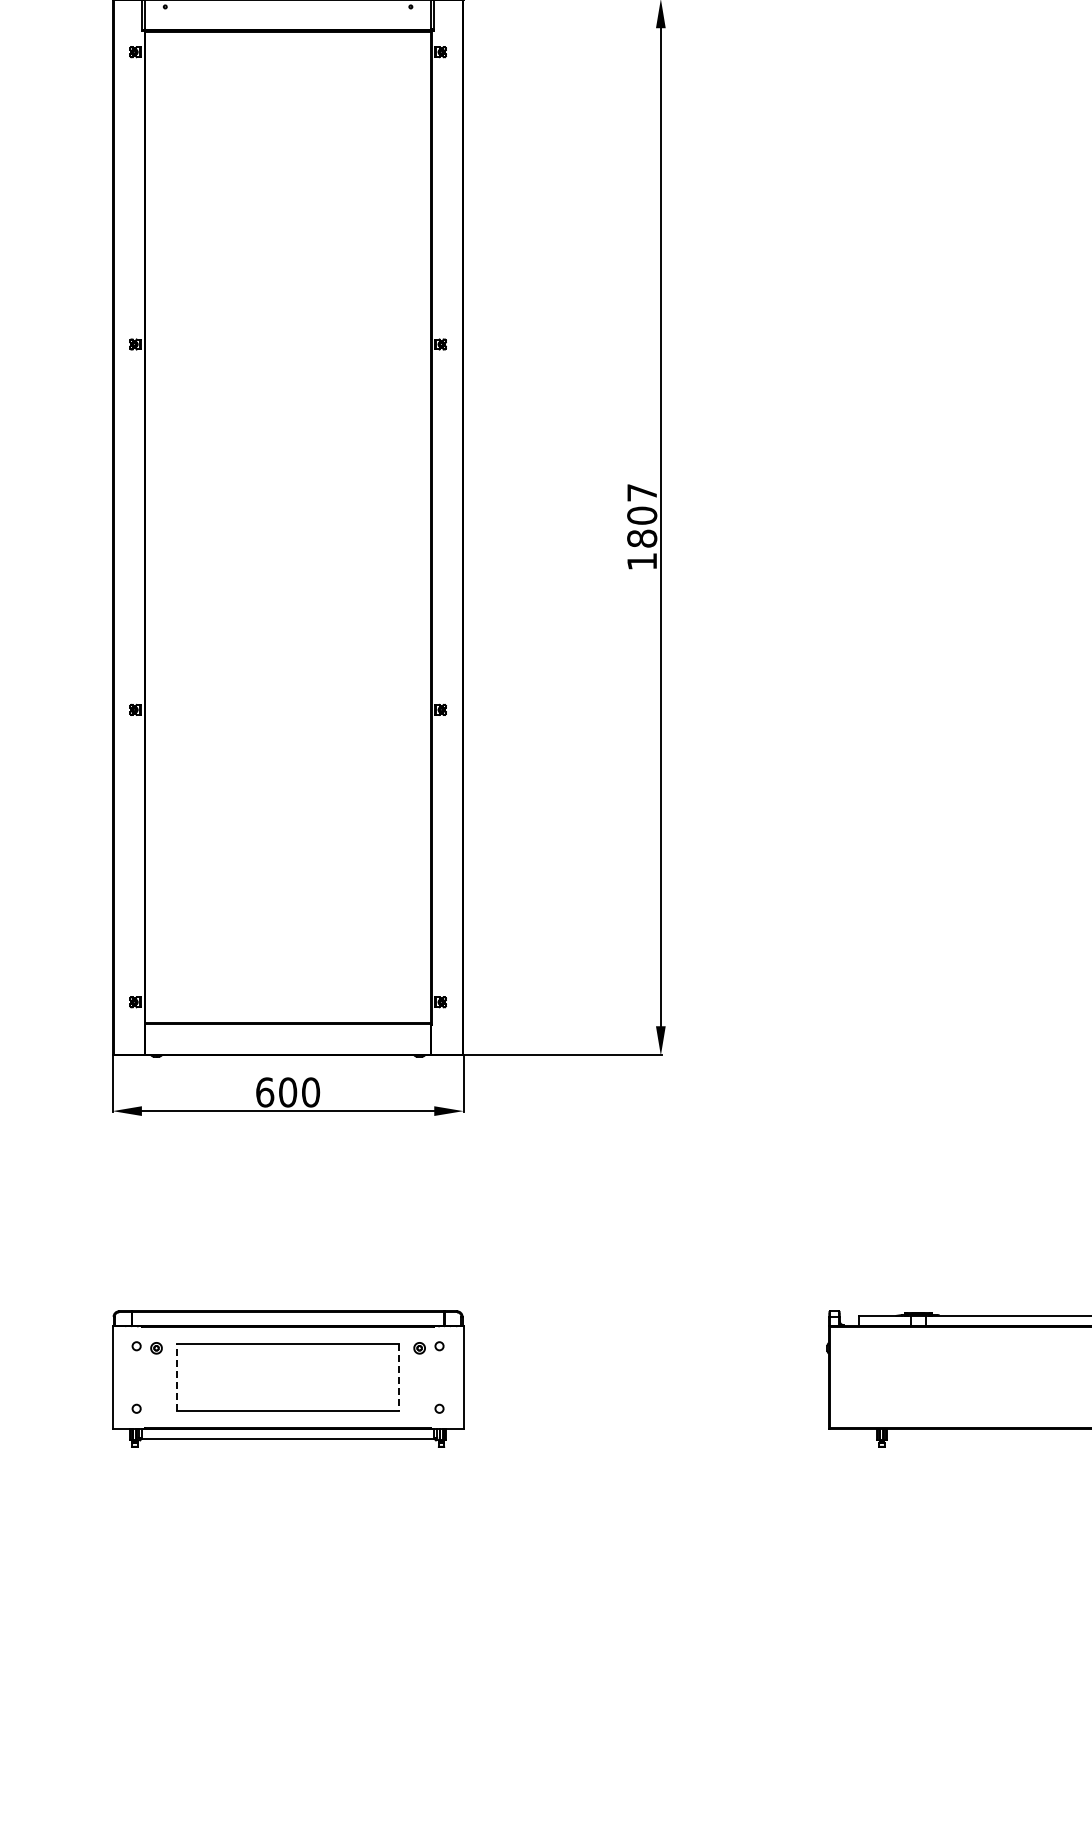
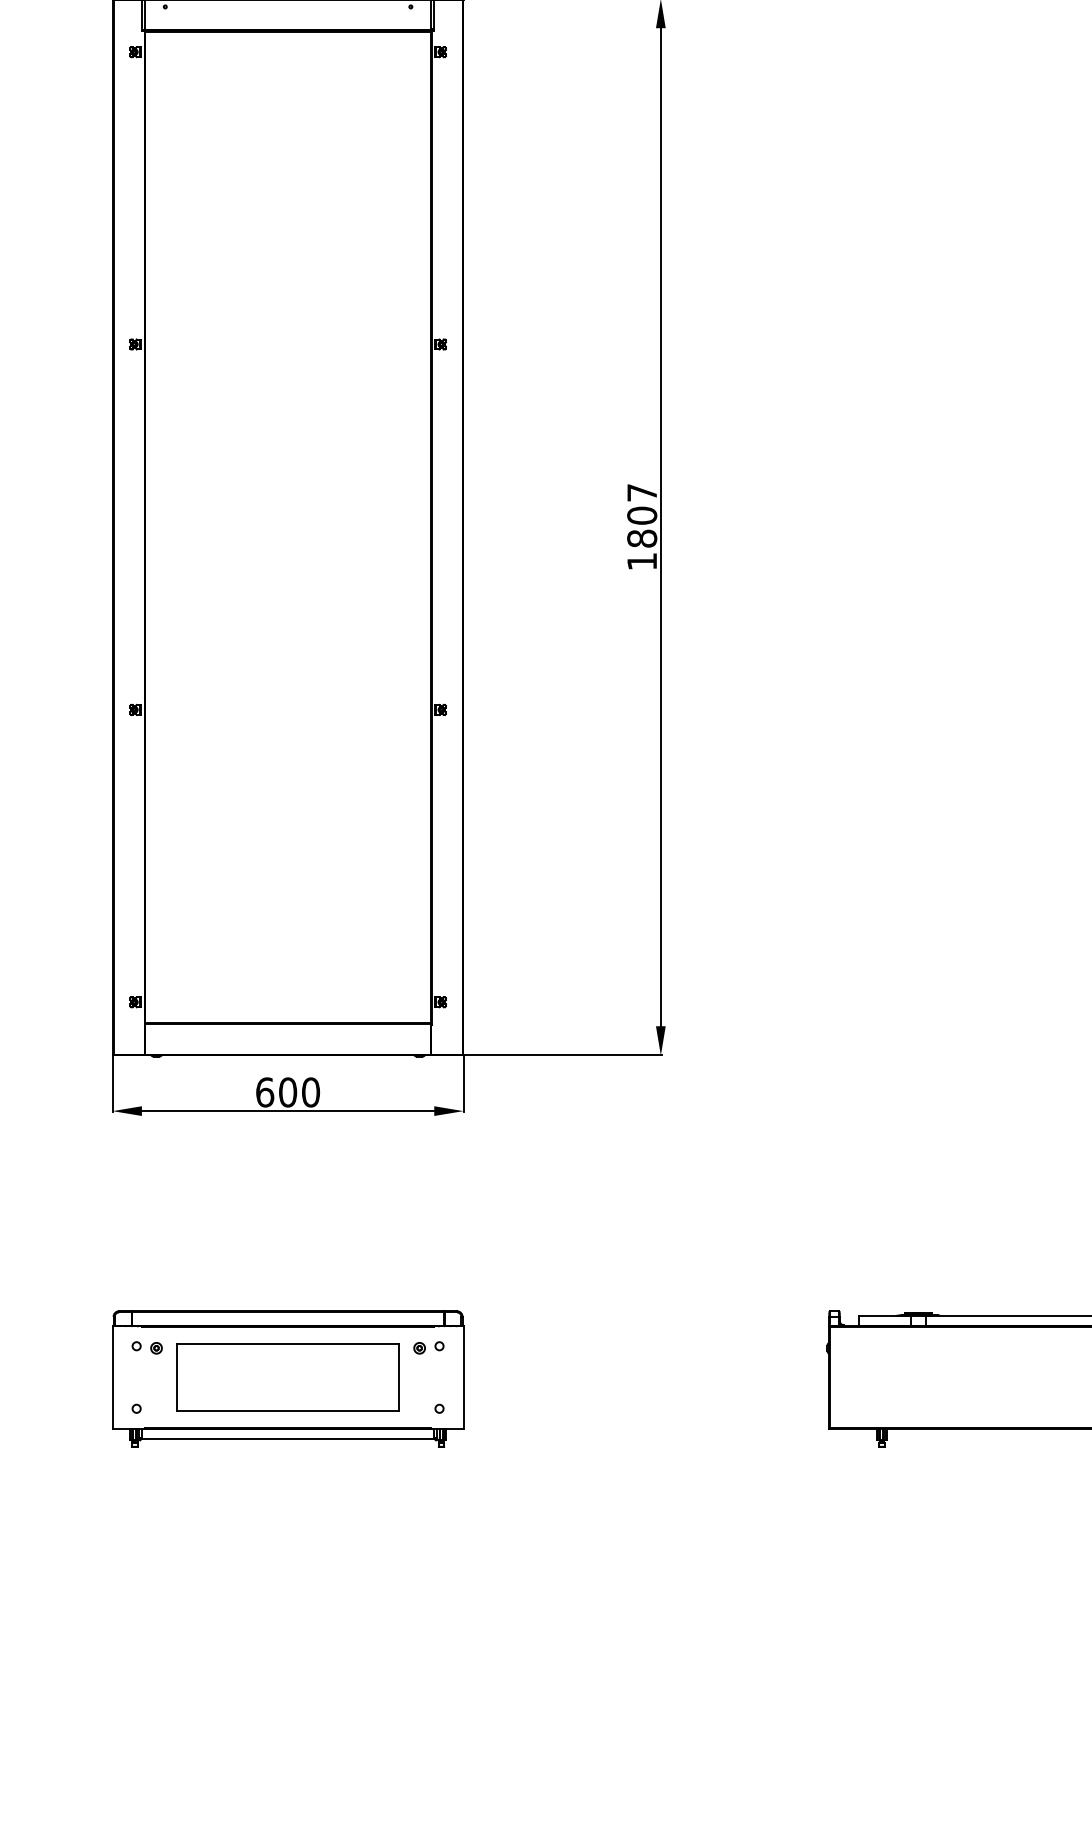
line at (177, 1377): dashed -> solid
line at (399, 1377): dashed -> solid
